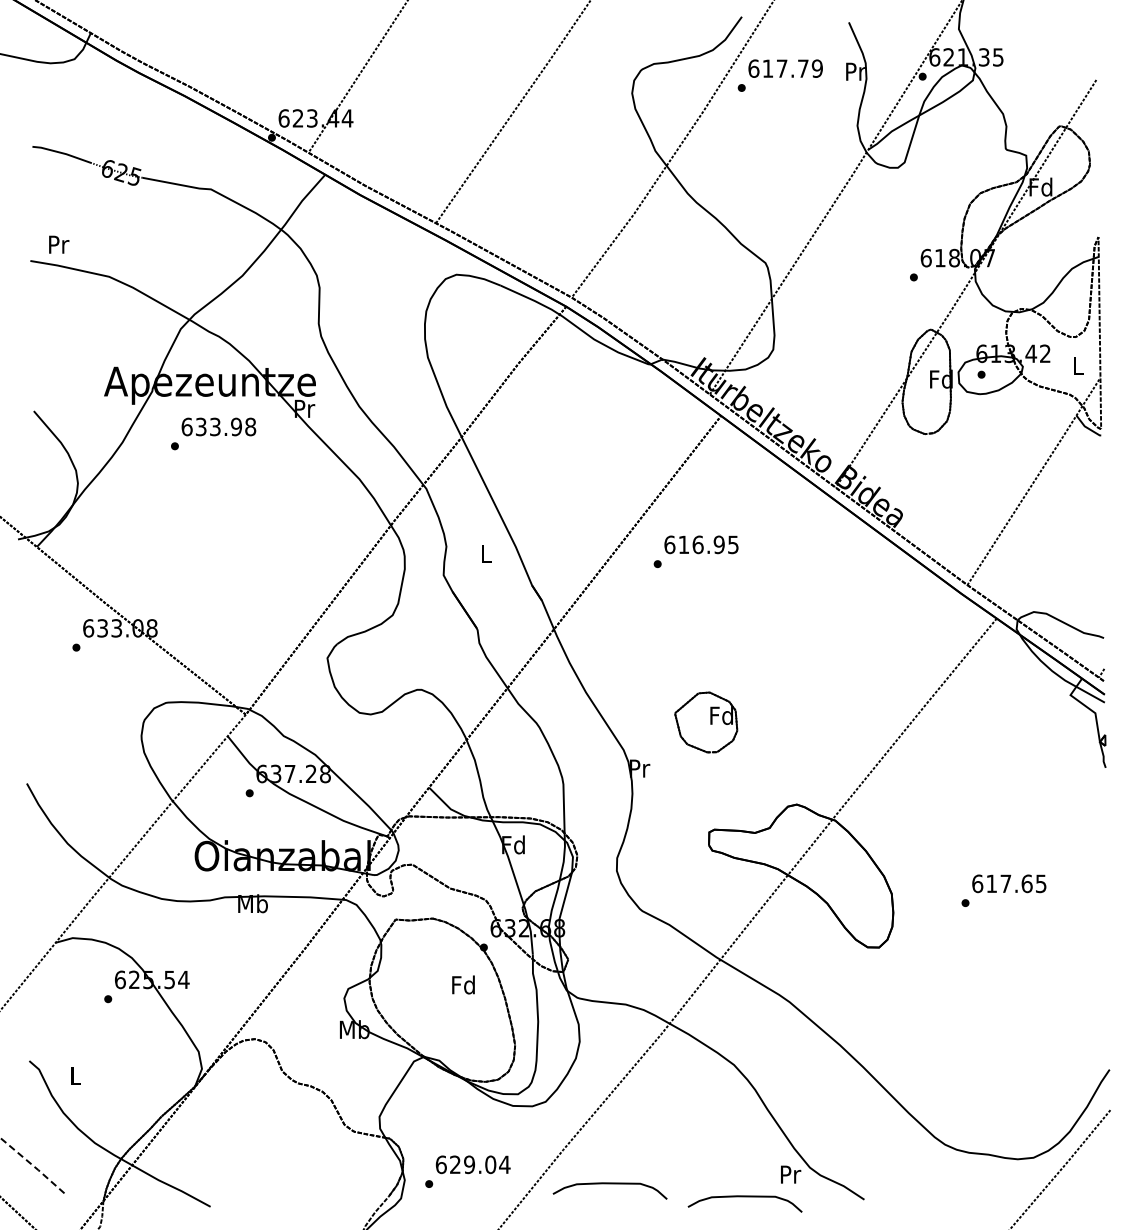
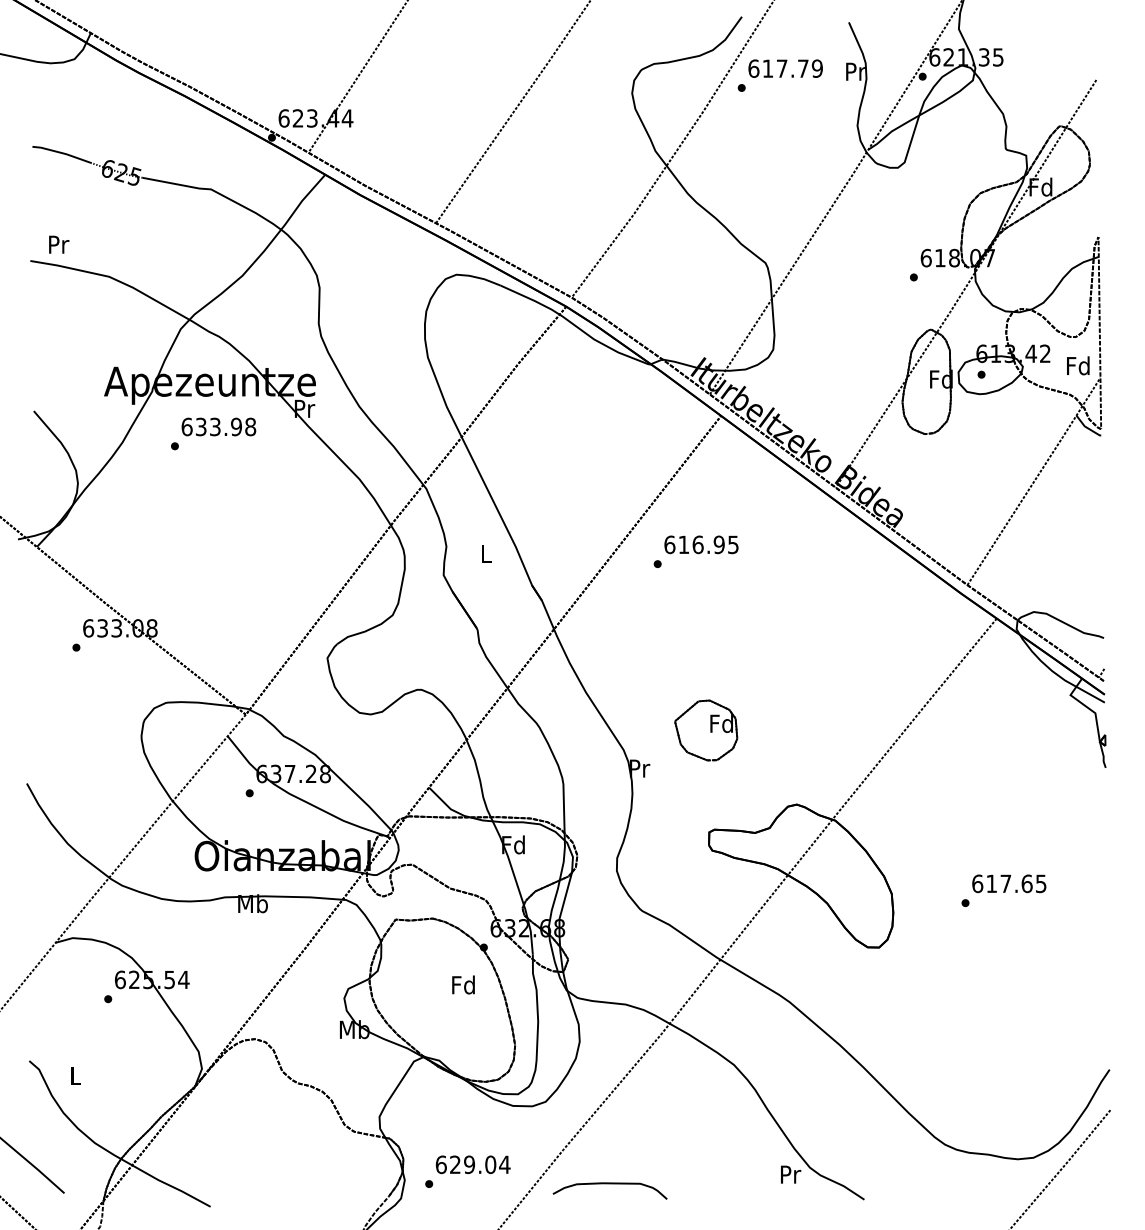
text at (1078, 365): L -> Fd
part at (706, 722) position: (706, 722) -> (706, 730)
line at (33, 1165): dashed -> solid
curve at (744, 1197): present -> none
